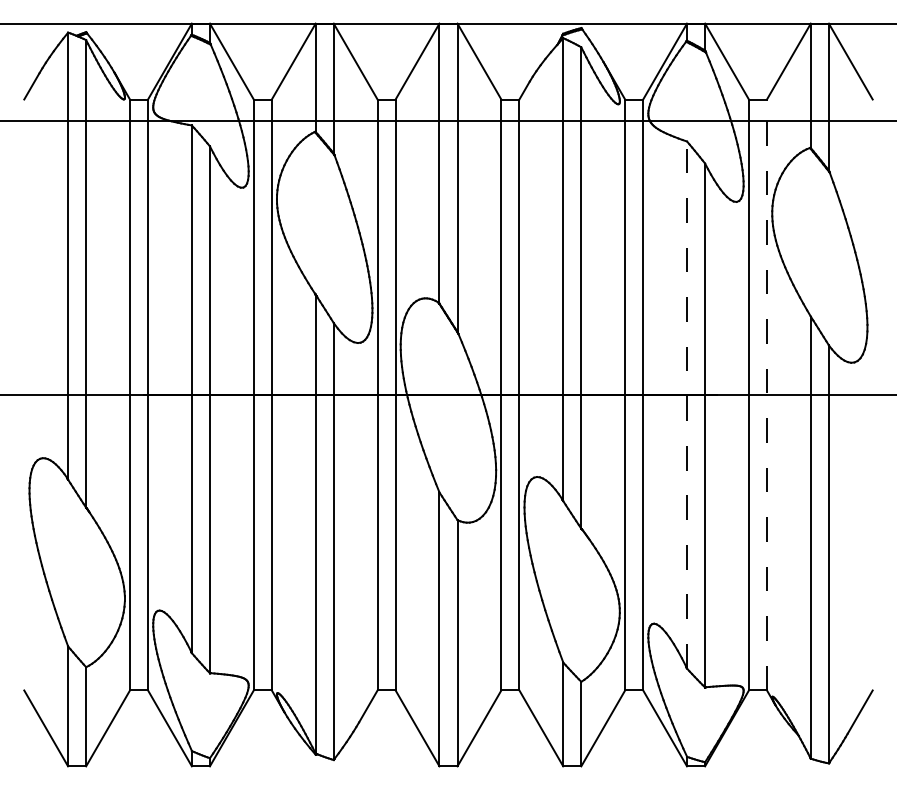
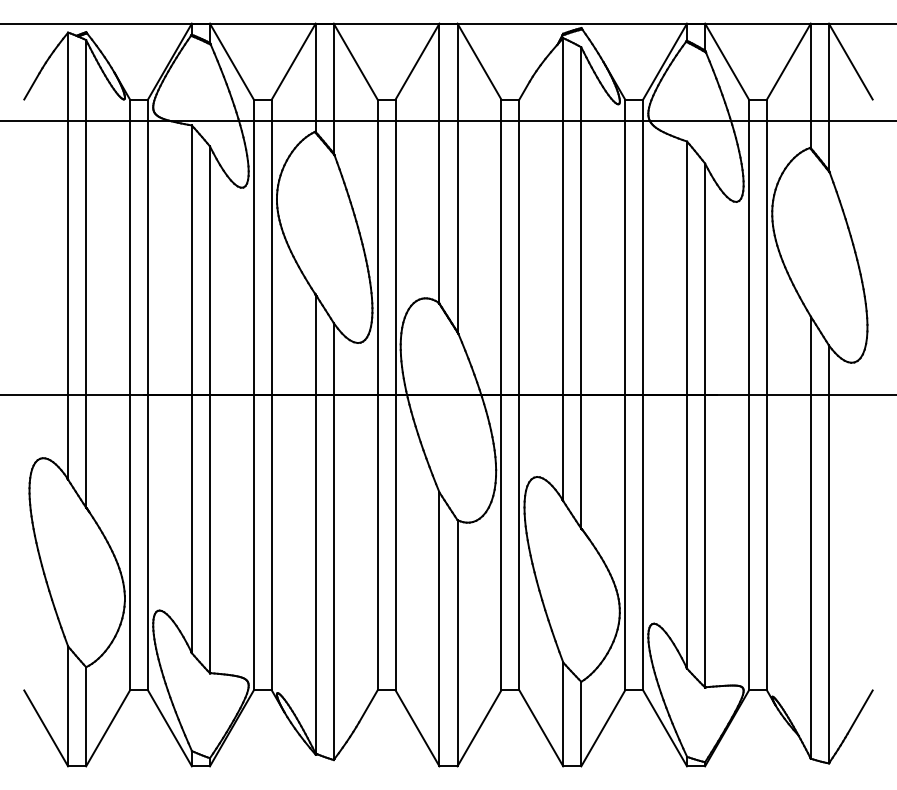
line at (767, 394): dashed -> solid
line at (687, 405): dashed -> solid
